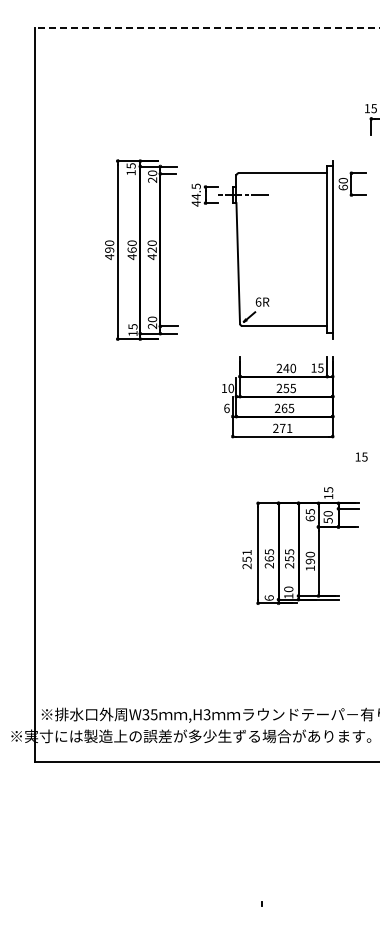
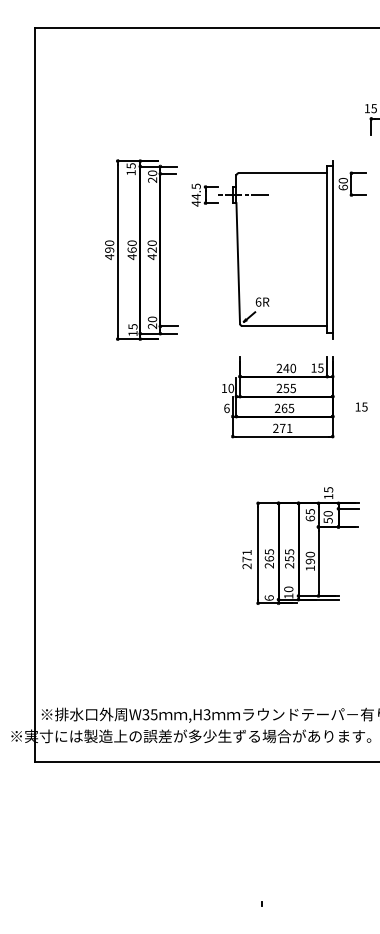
line at (207, 28): dashed -> solid
text at (361, 456) position: (361, 456) -> (361, 406)
text at (246, 559): 251 -> 271
